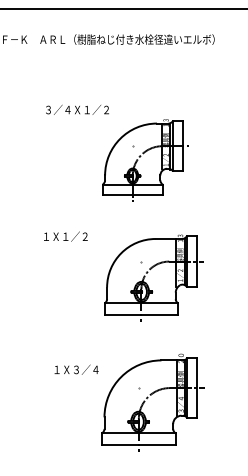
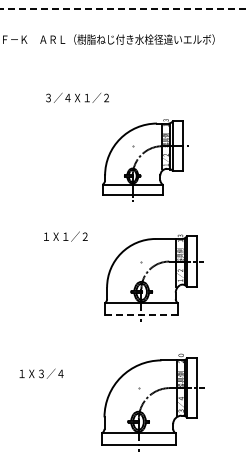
line at (124, 9): solid -> dashed
text at (77, 109) position: (77, 109) -> (77, 97)
line at (141, 315): solid -> dashed
text at (76, 369) position: (76, 369) -> (41, 373)
